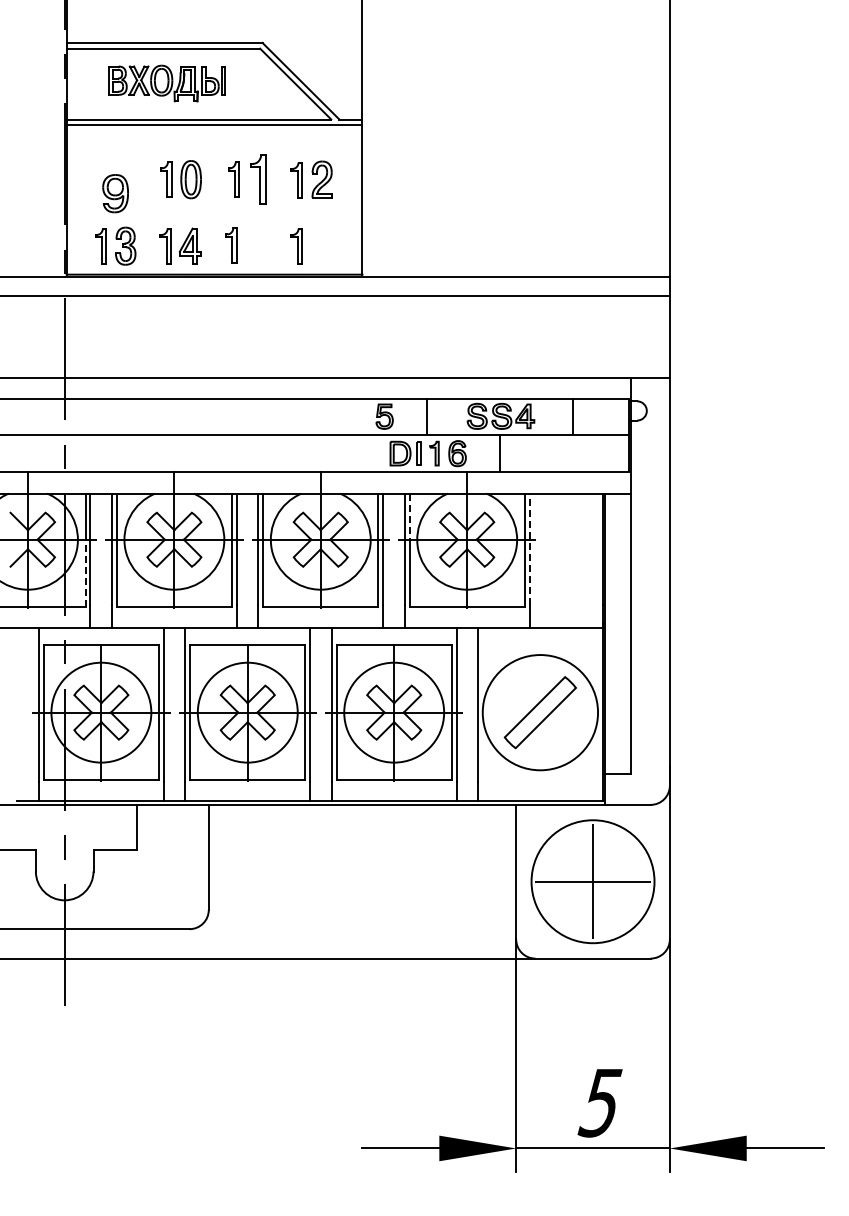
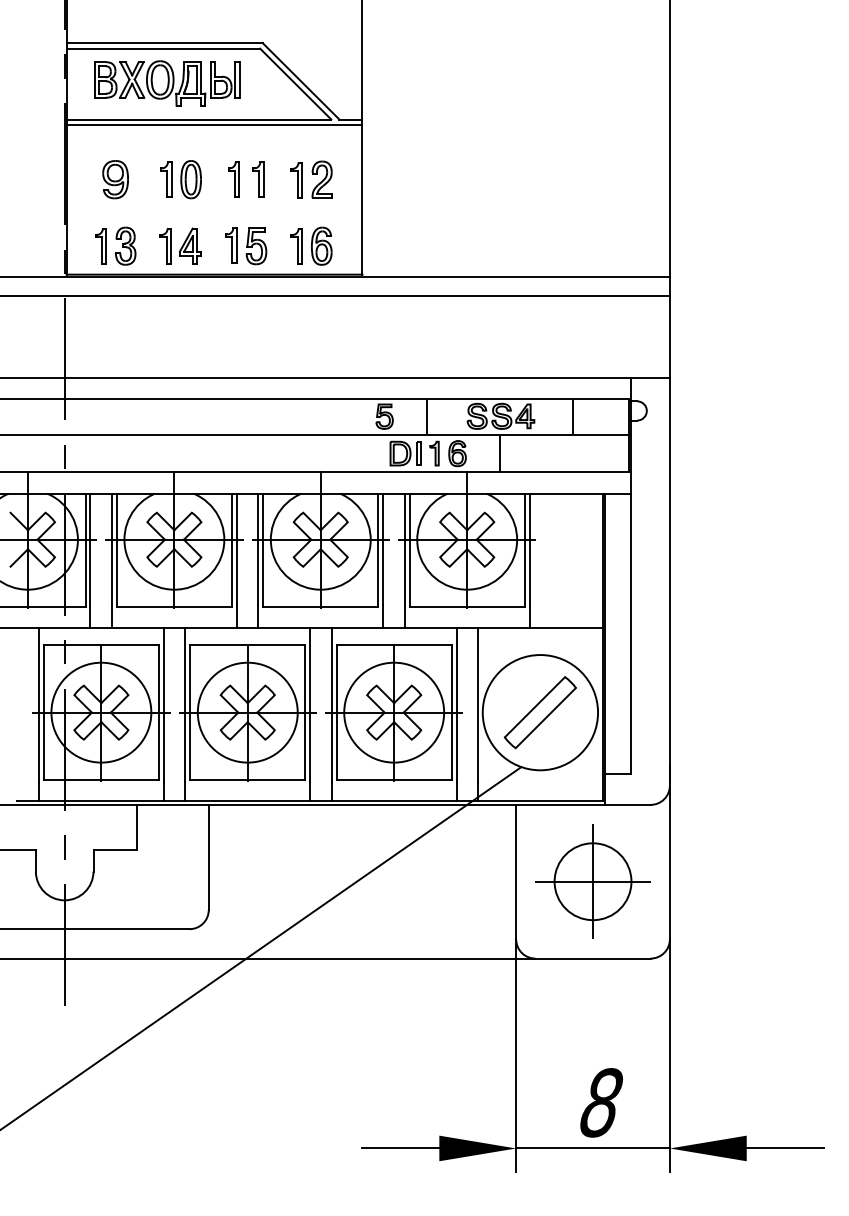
part at (166, 83) size: 118x39 px -> 147x47 px
part at (258, 179) size: 17x51 px -> 13x37 px
part at (115, 193) position: (115, 193) -> (115, 179)
part at (321, 245): none -> present
part at (256, 246): none -> present
line at (409, 517): dashed -> solid
line at (529, 549): dashed -> solid
line at (85, 573): dashed -> solid
circle at (592, 881) diameter: 123 px -> 77 px
line at (261, 947): none -> present
text at (599, 1102): 5 -> 8
